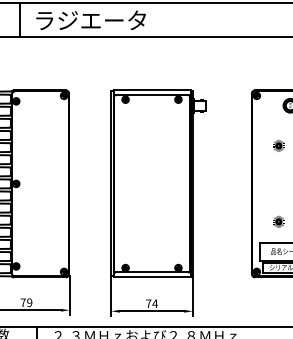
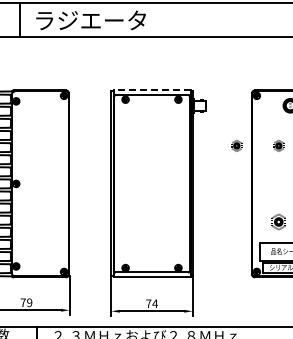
line at (152, 90): solid -> dashed
part at (236, 145): none -> present
part at (278, 221) size: 12x13 px -> 15x18 px
